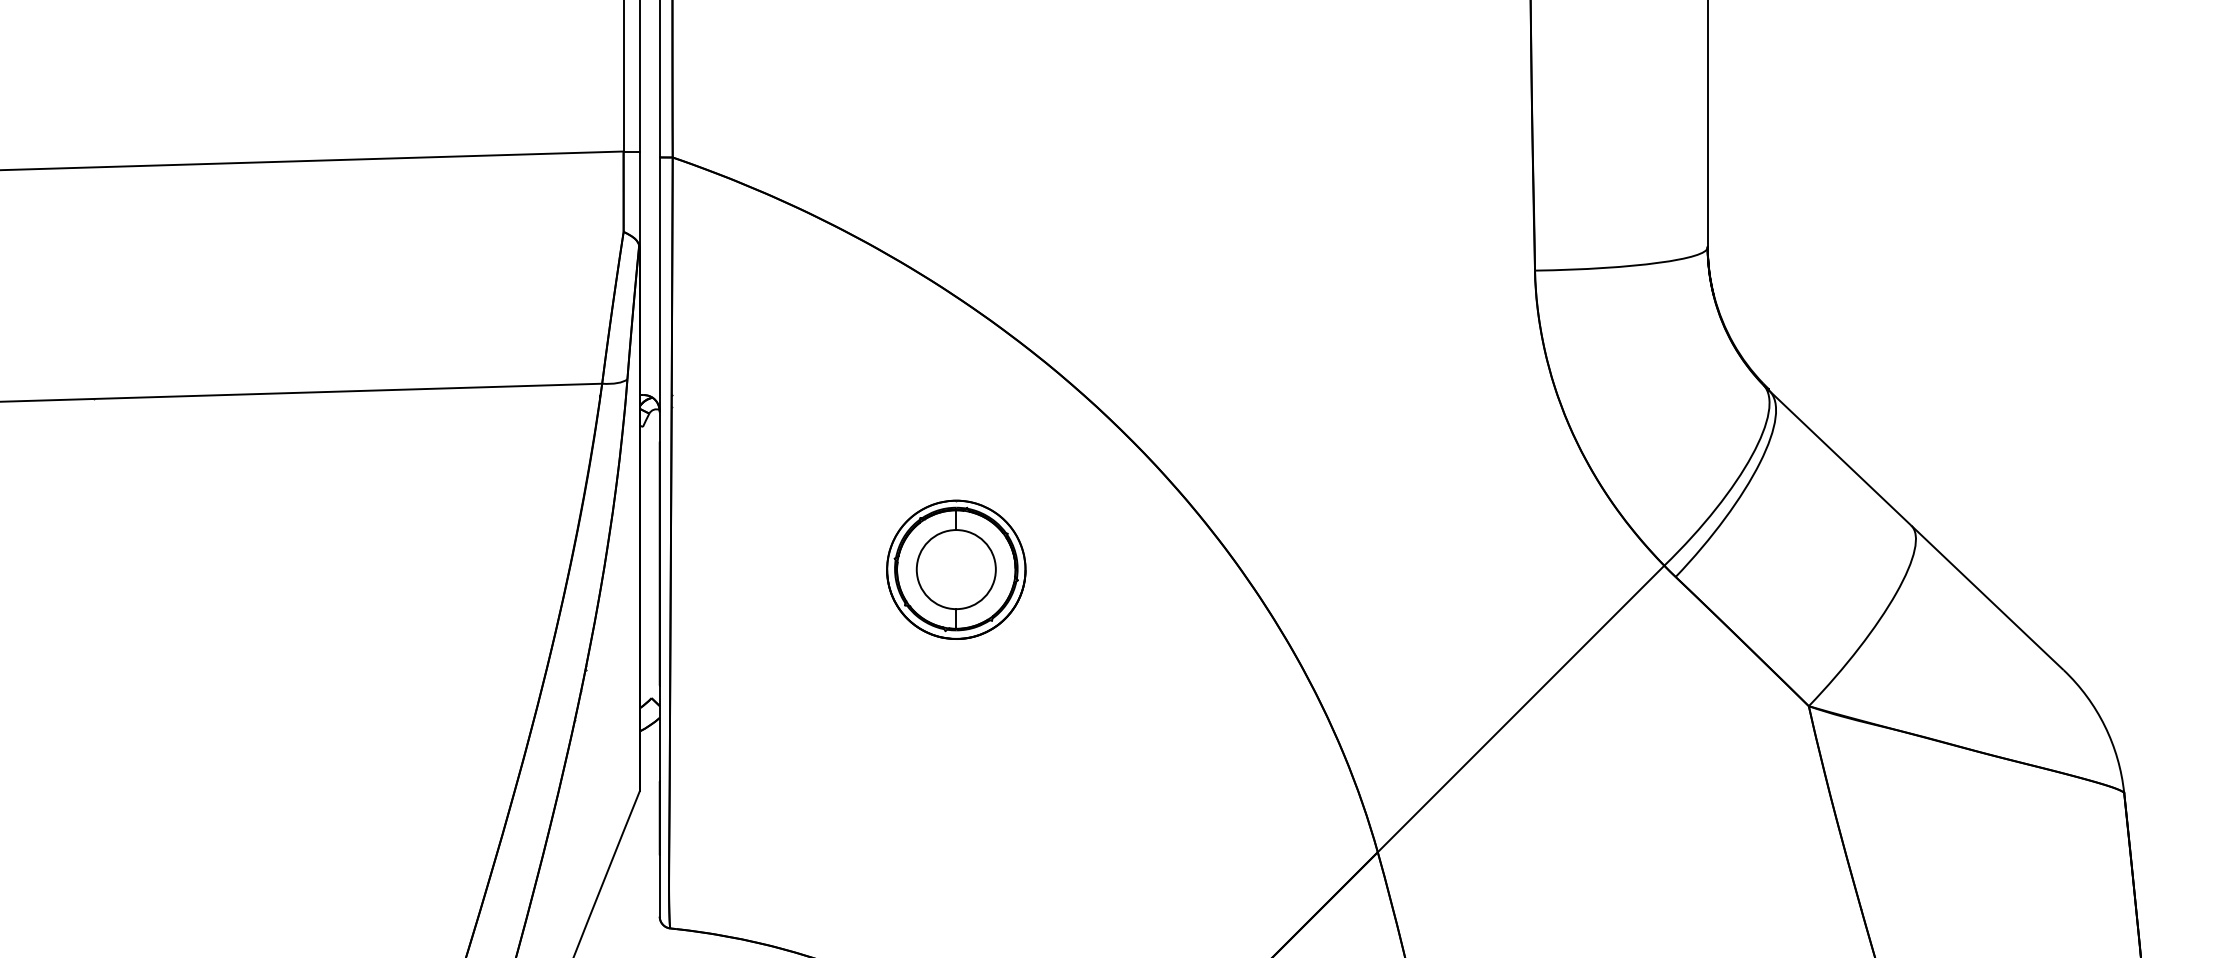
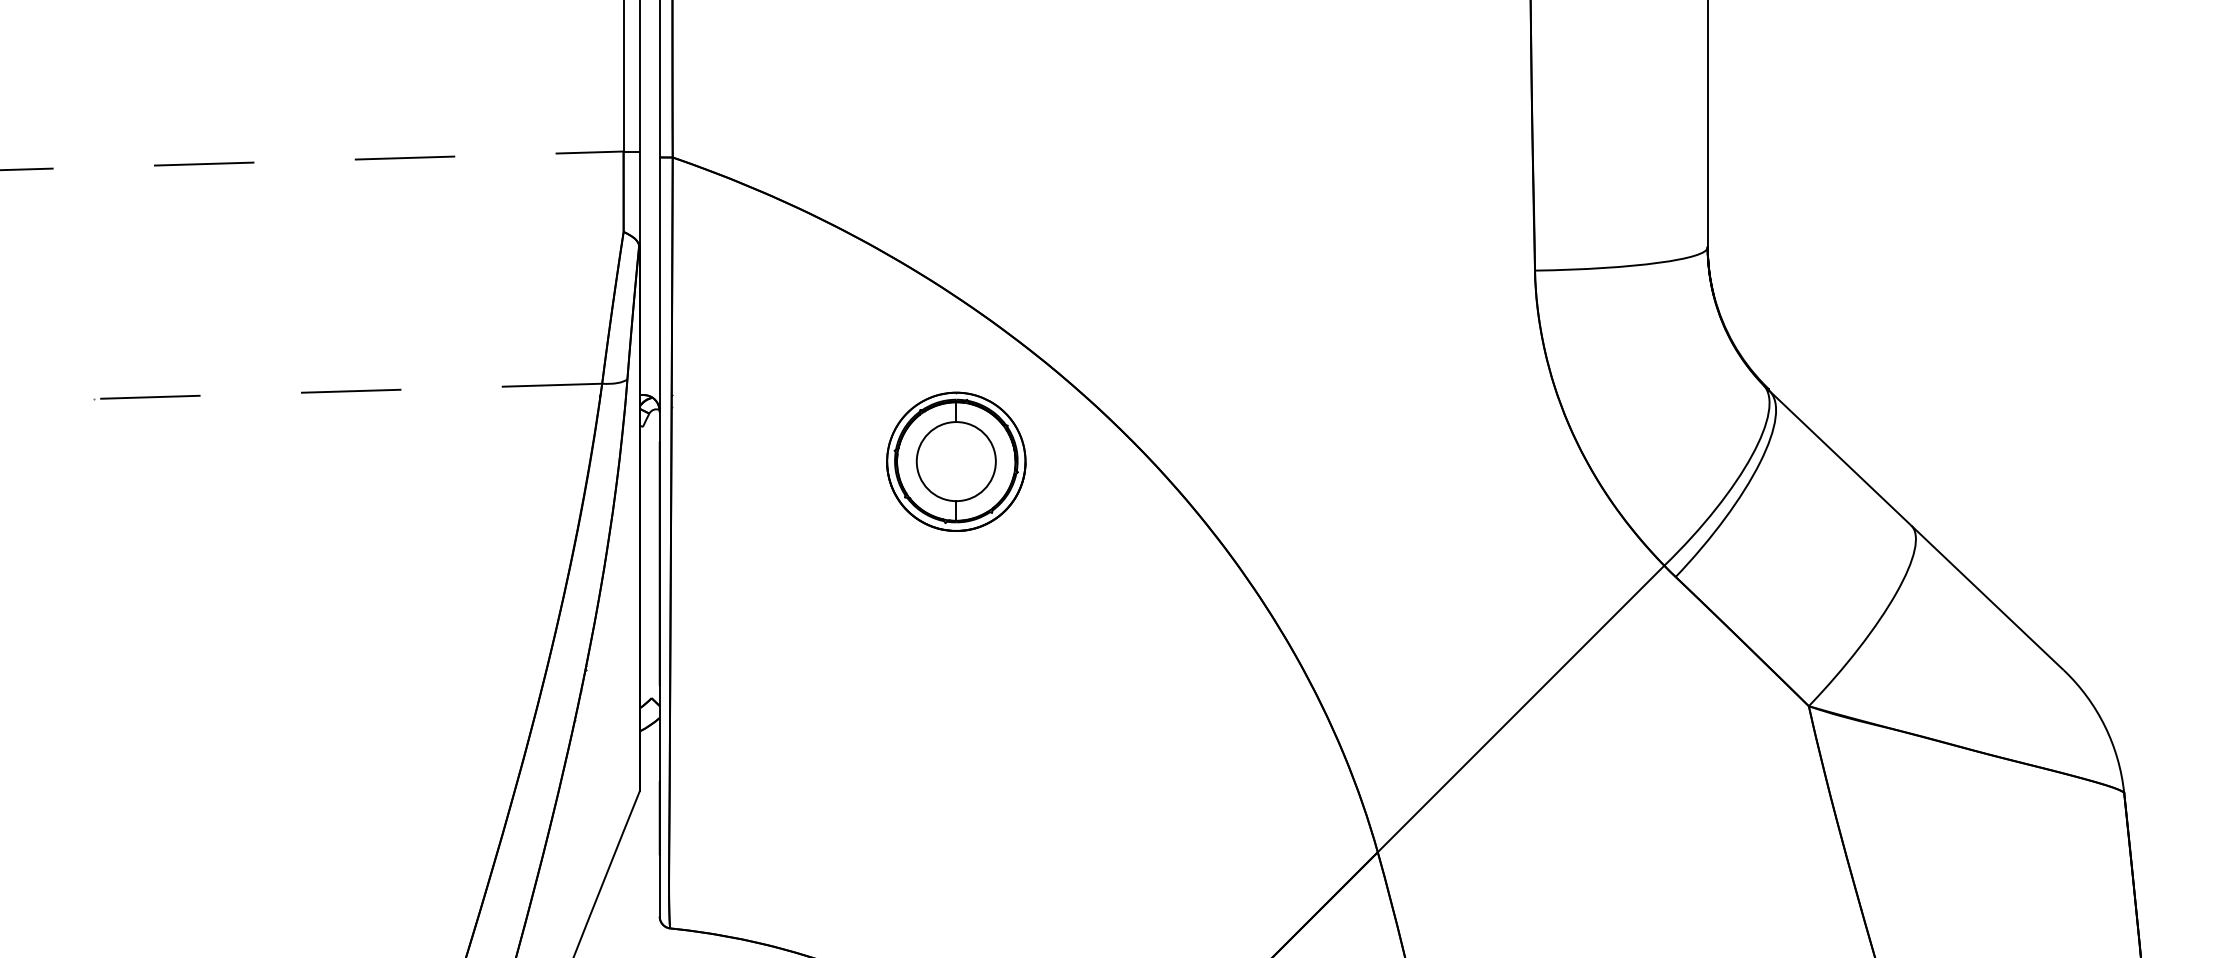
line at (311, 160): solid -> dashed
line at (300, 392): solid -> dashed
part at (956, 569) position: (956, 569) -> (956, 461)
